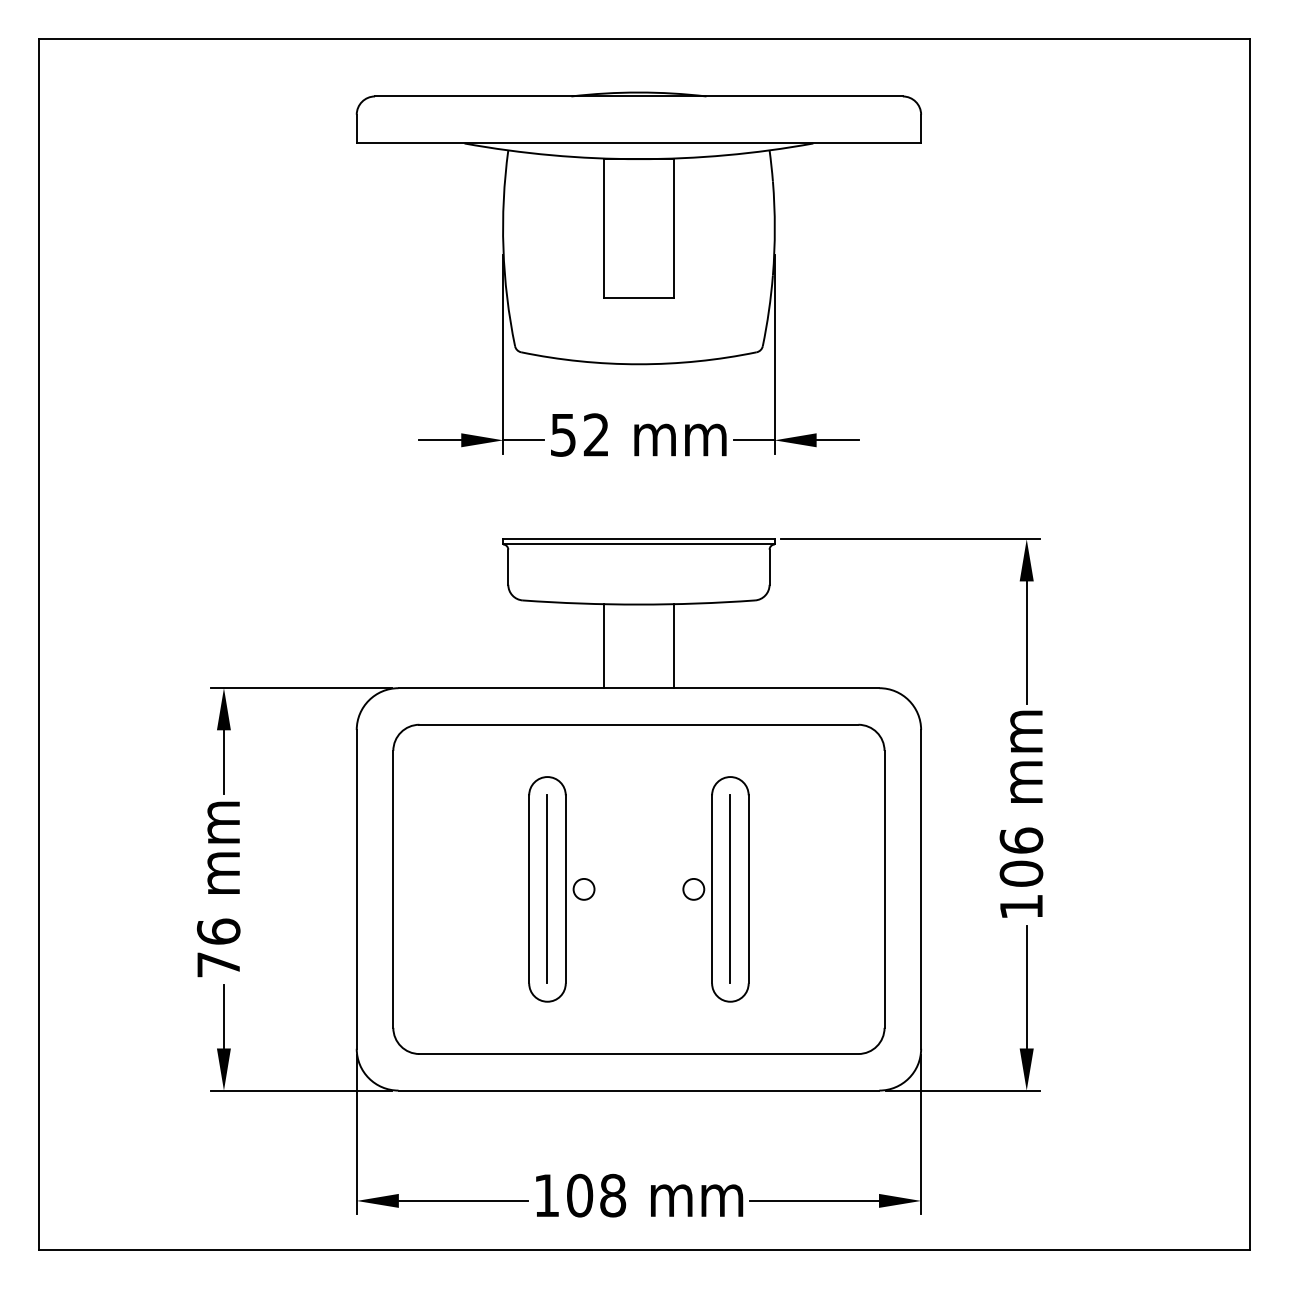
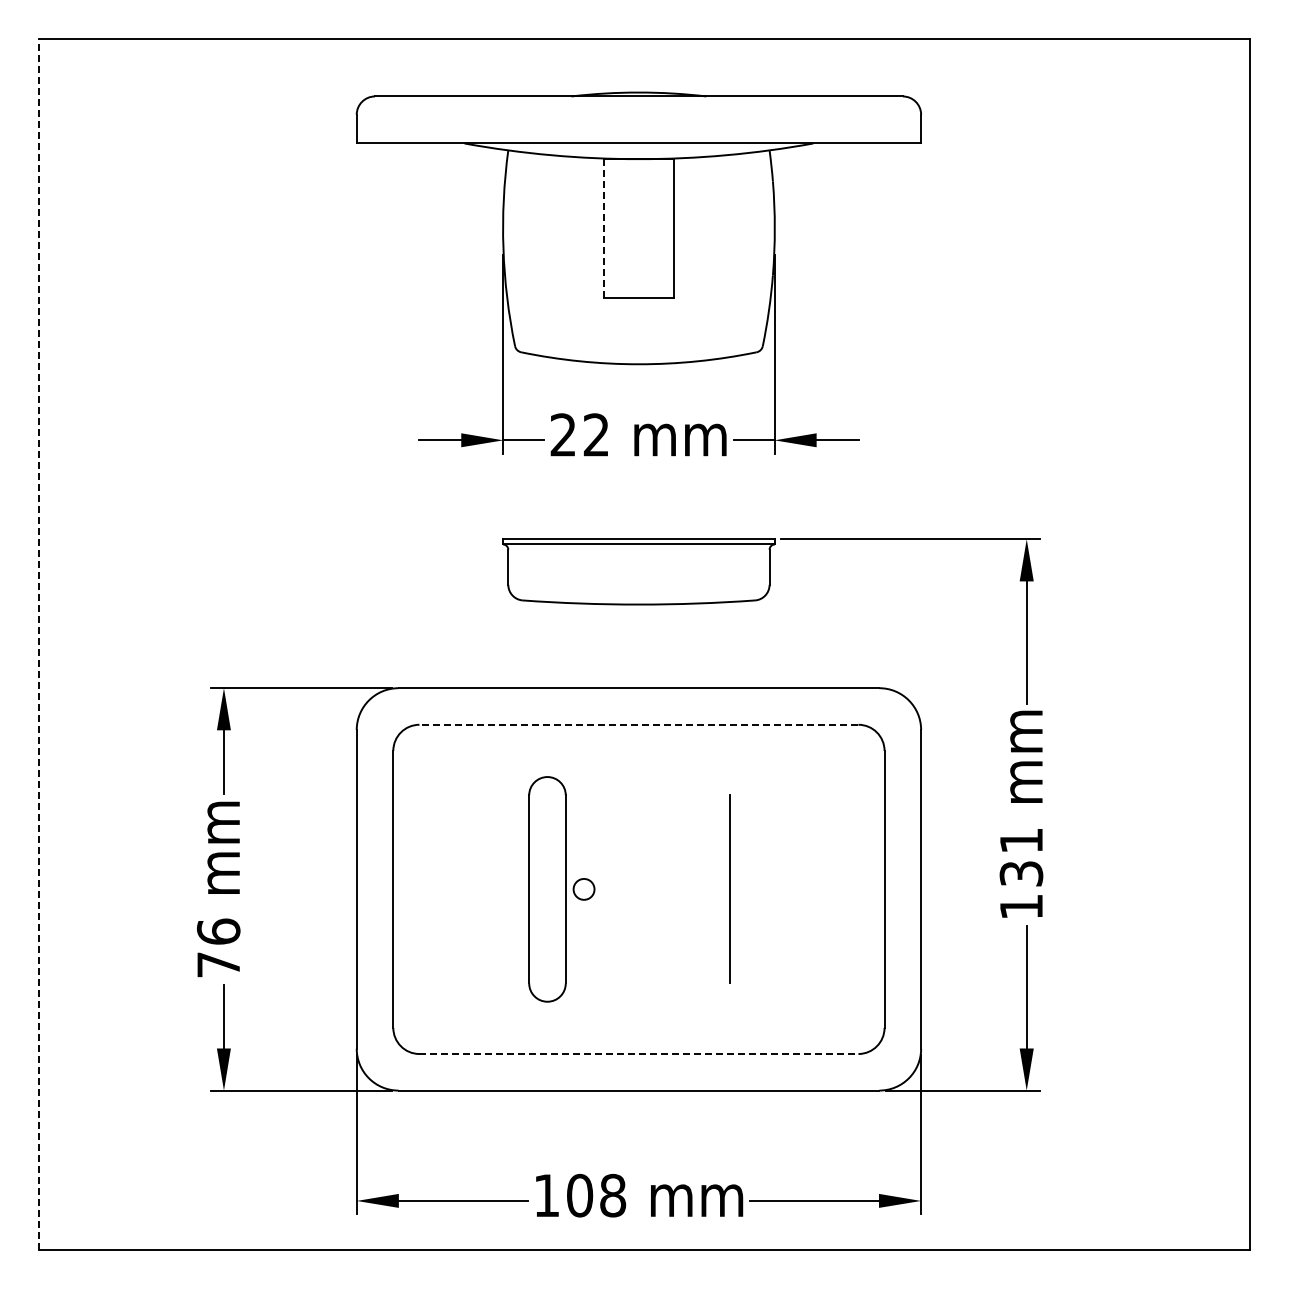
line at (603, 228): solid -> dashed
text at (562, 434): 52 -> 22
line at (38, 644): solid -> dashed
line at (603, 646): present -> none
line at (674, 646): present -> none
line at (638, 724): solid -> dashed
text at (1021, 856): 106 -> 131
line at (547, 889): present -> none
part at (715, 889): present -> none
line at (639, 1054): solid -> dashed
